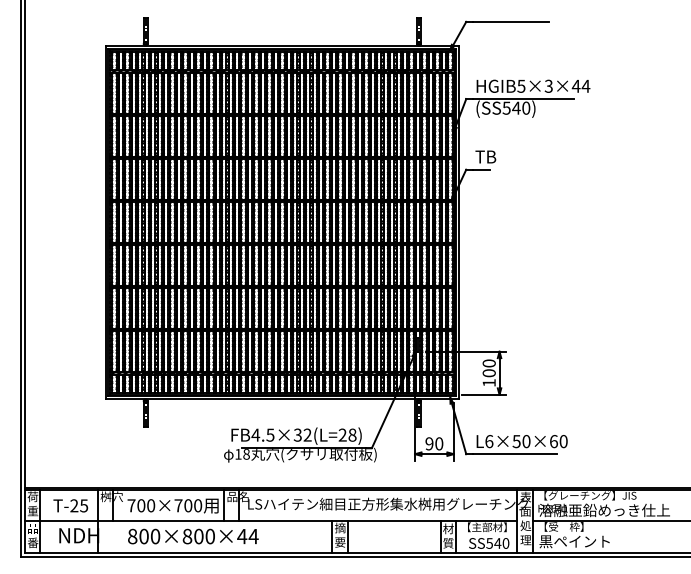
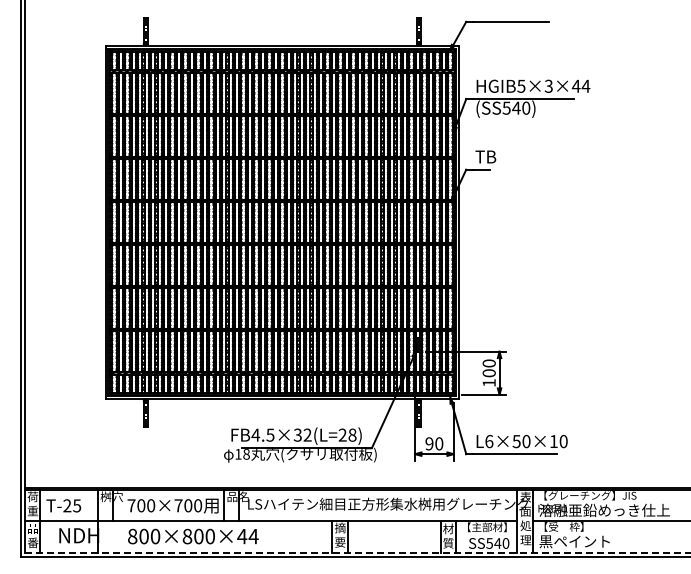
text at (553, 441): L6×50×60 -> L6×50×10
text at (70, 505) position: (70, 505) -> (63, 505)
line at (358, 552): solid -> dashed
